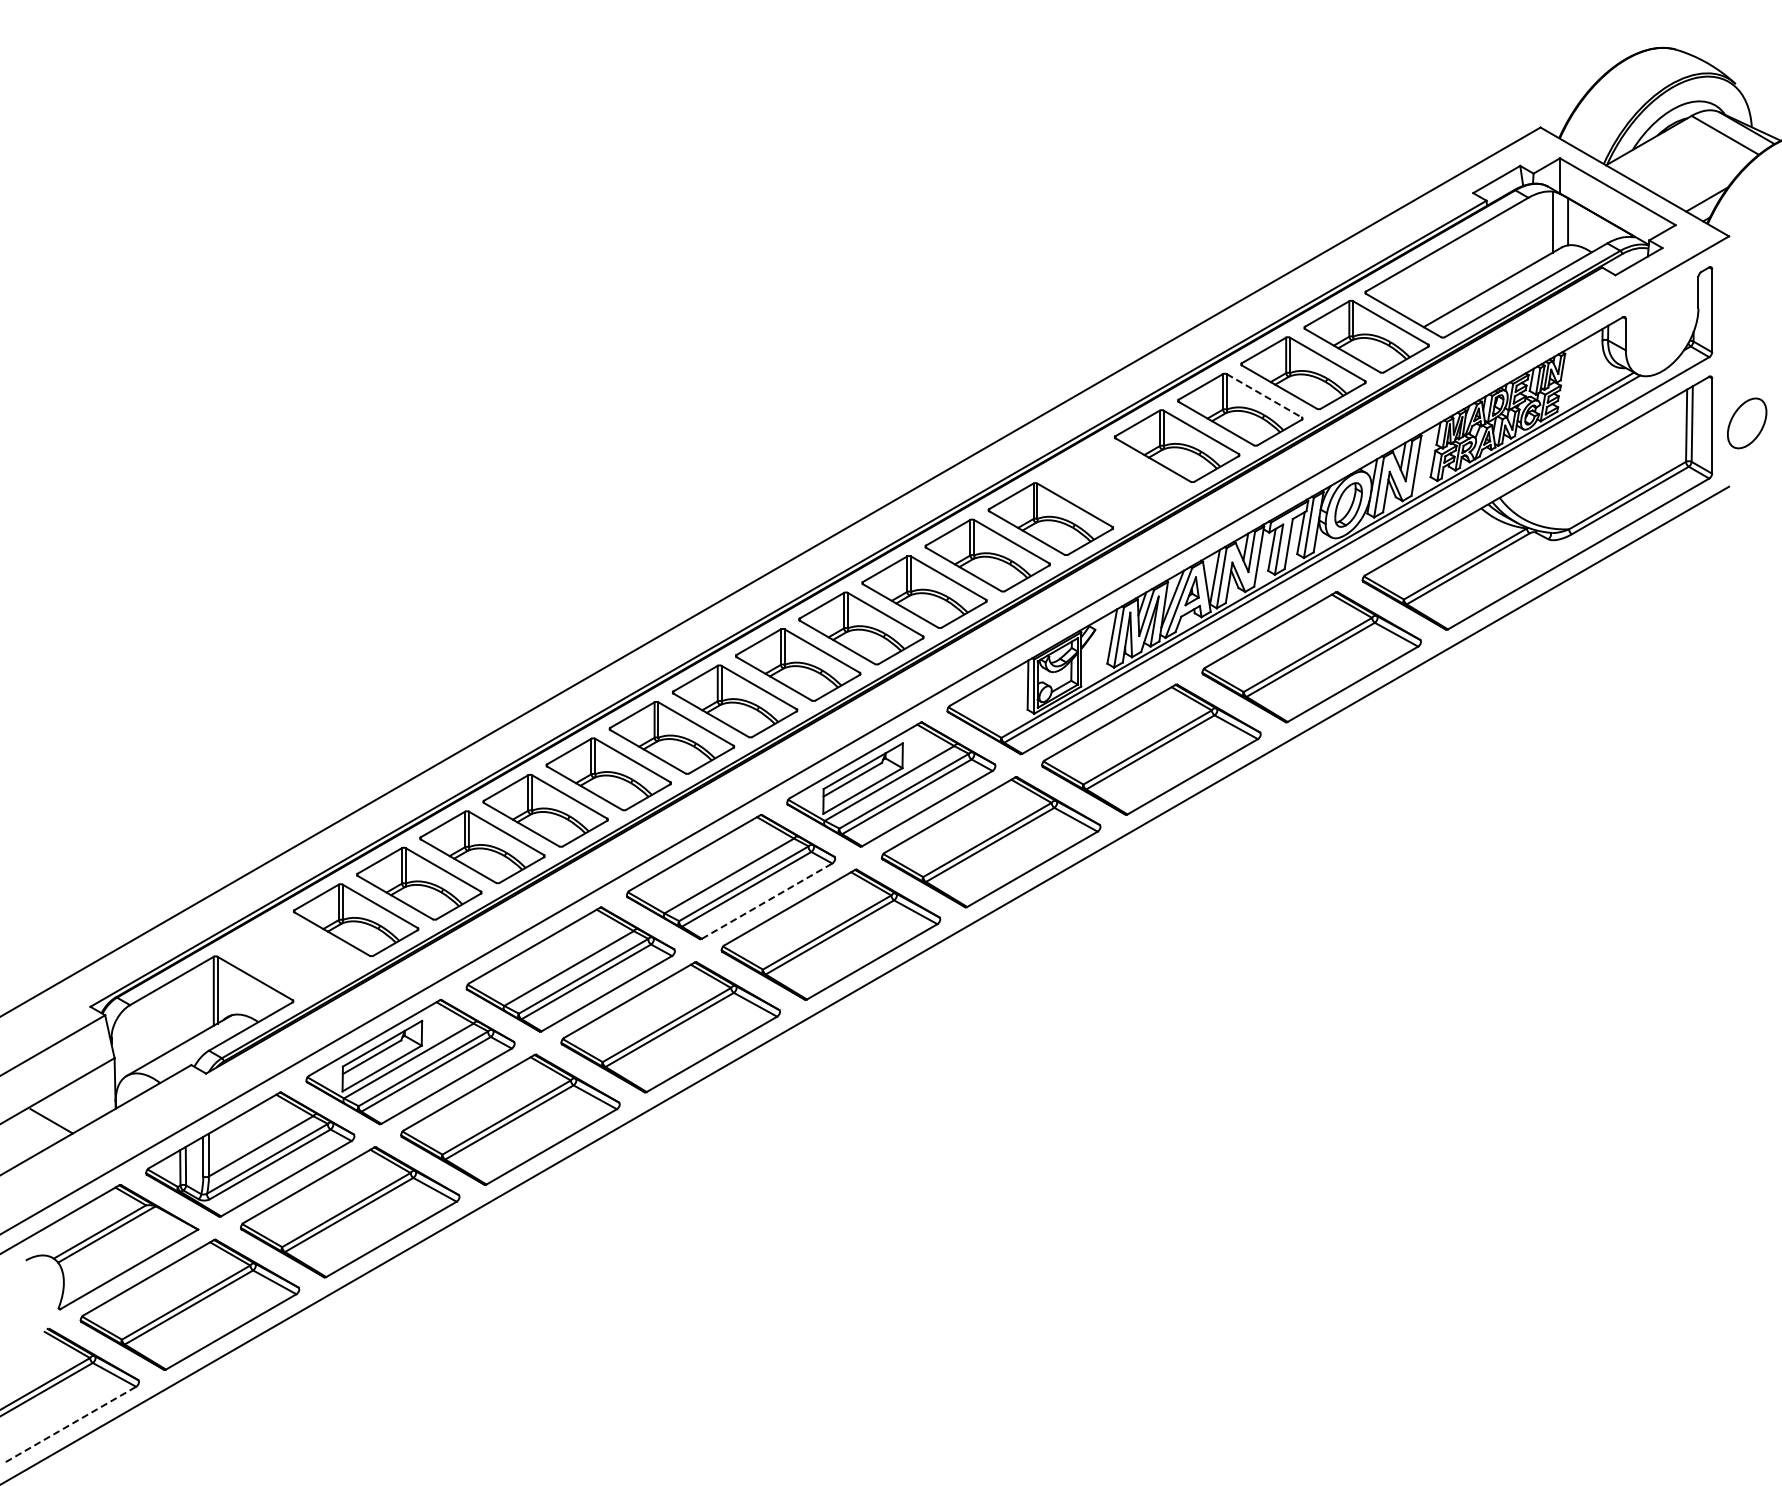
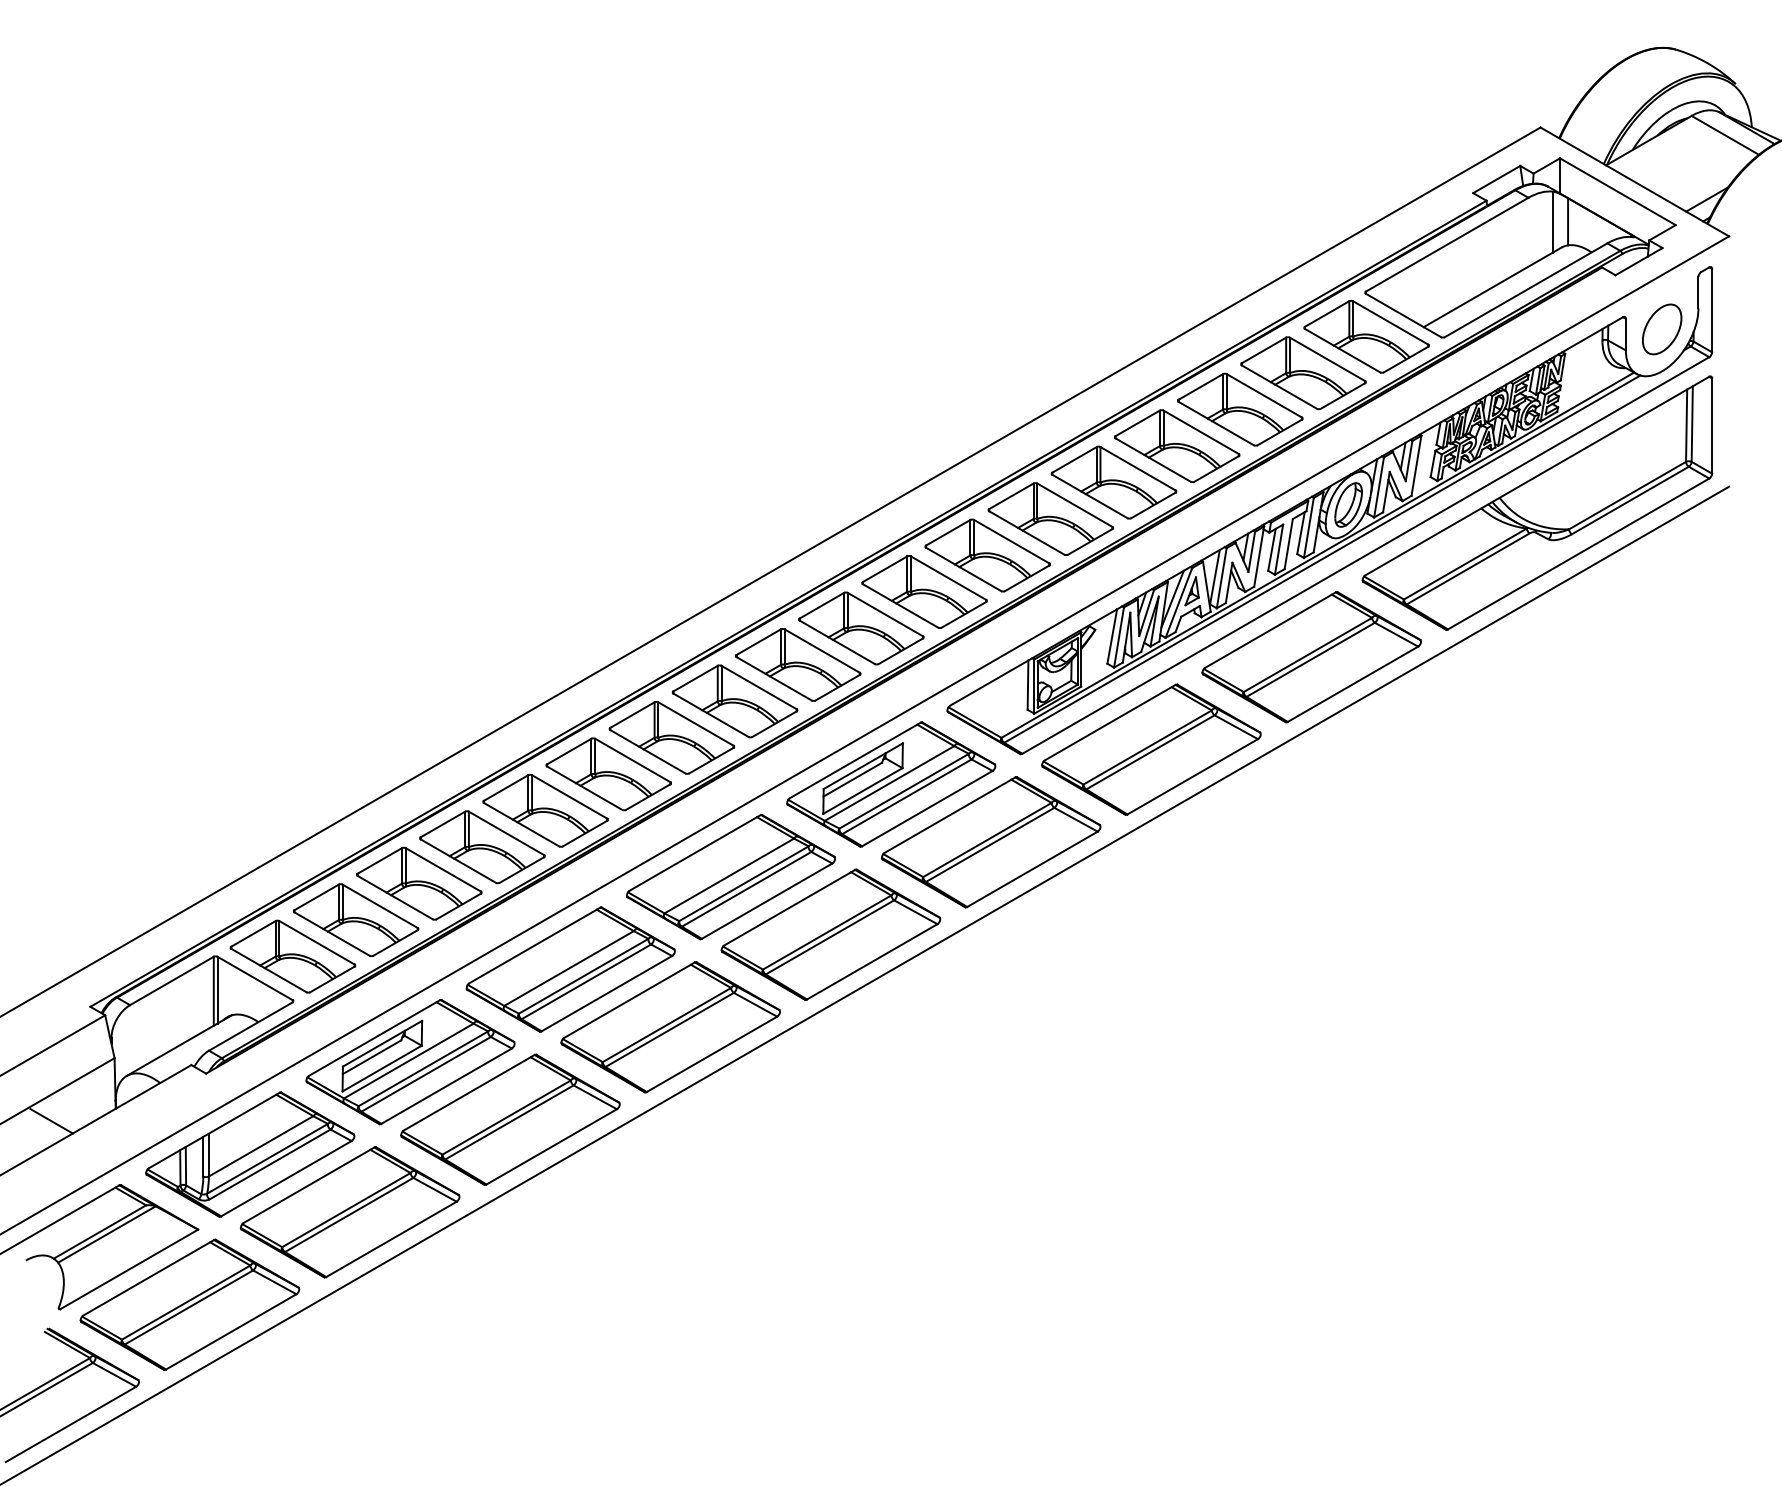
line at (1264, 396): dashed -> solid
part at (1747, 423) position: (1747, 423) -> (1662, 329)
part at (1113, 482): none -> present
line at (767, 900): dashed -> solid
part at (292, 956): none -> present
line at (71, 1424): dashed -> solid
